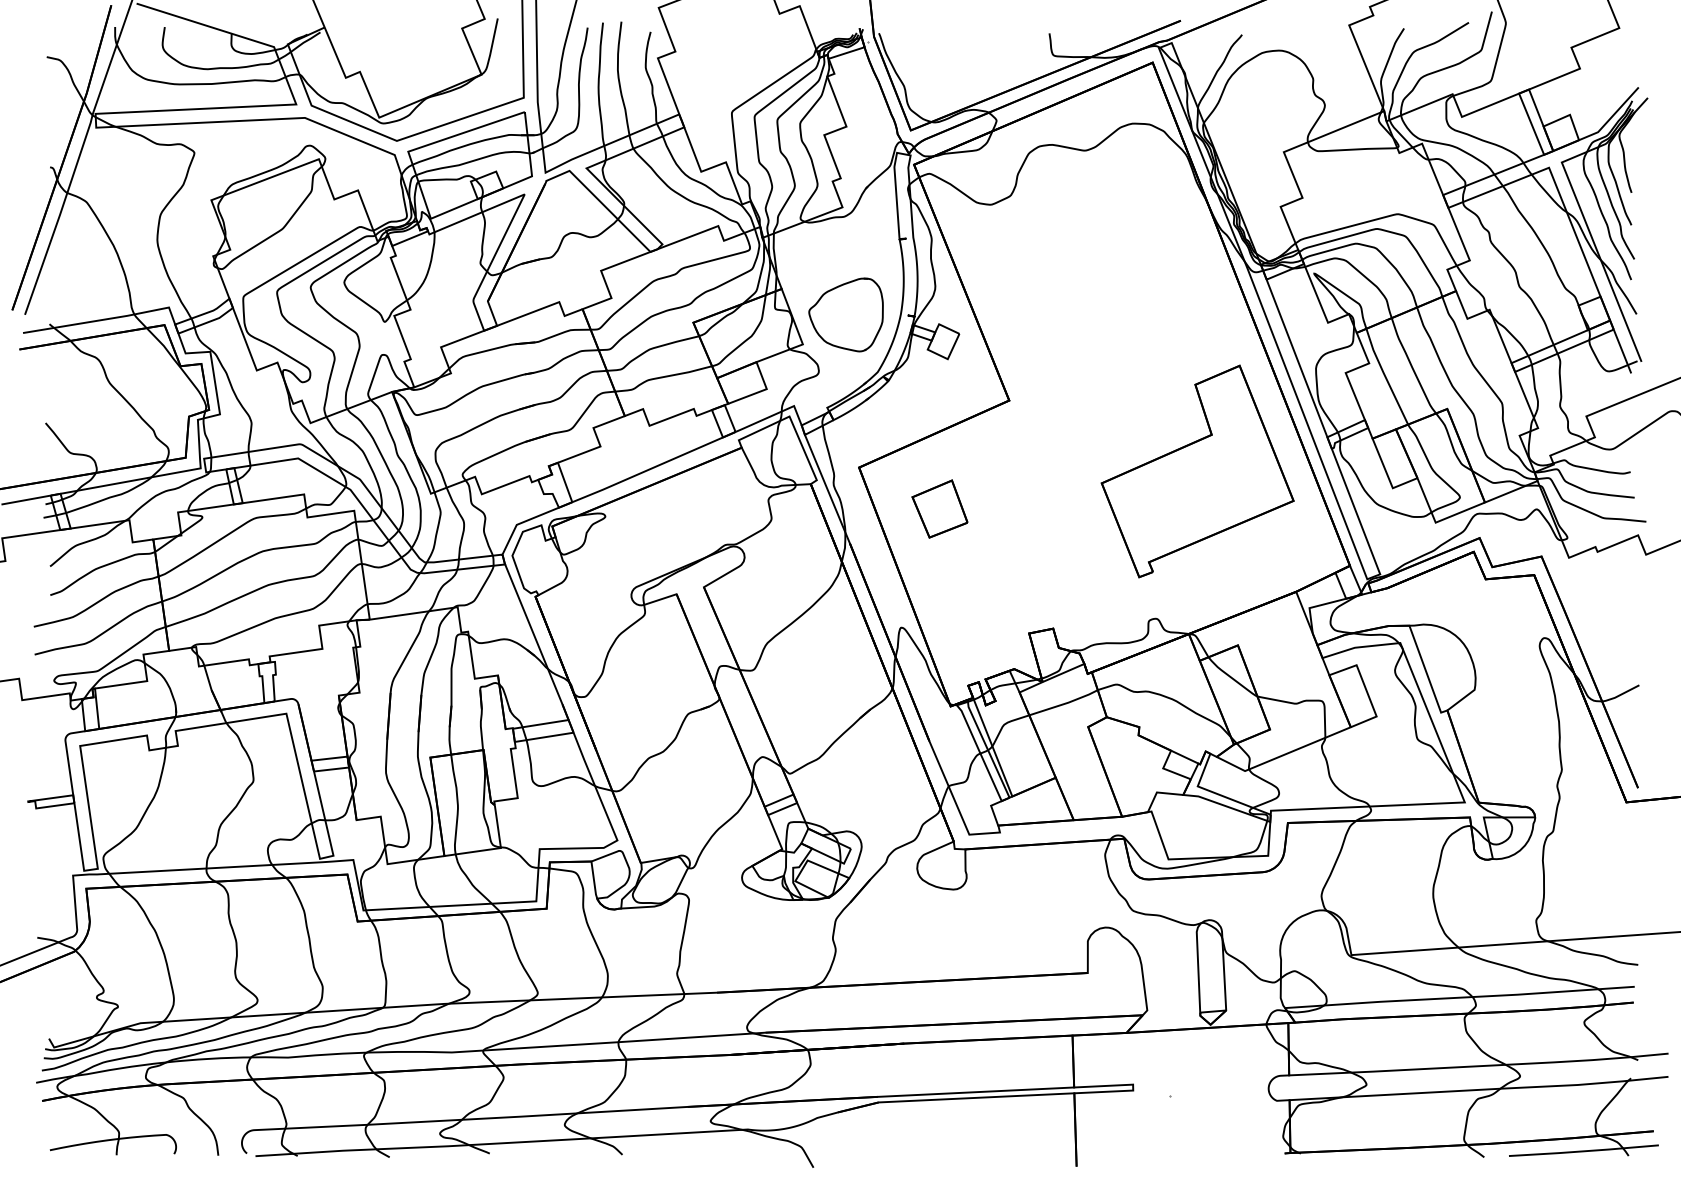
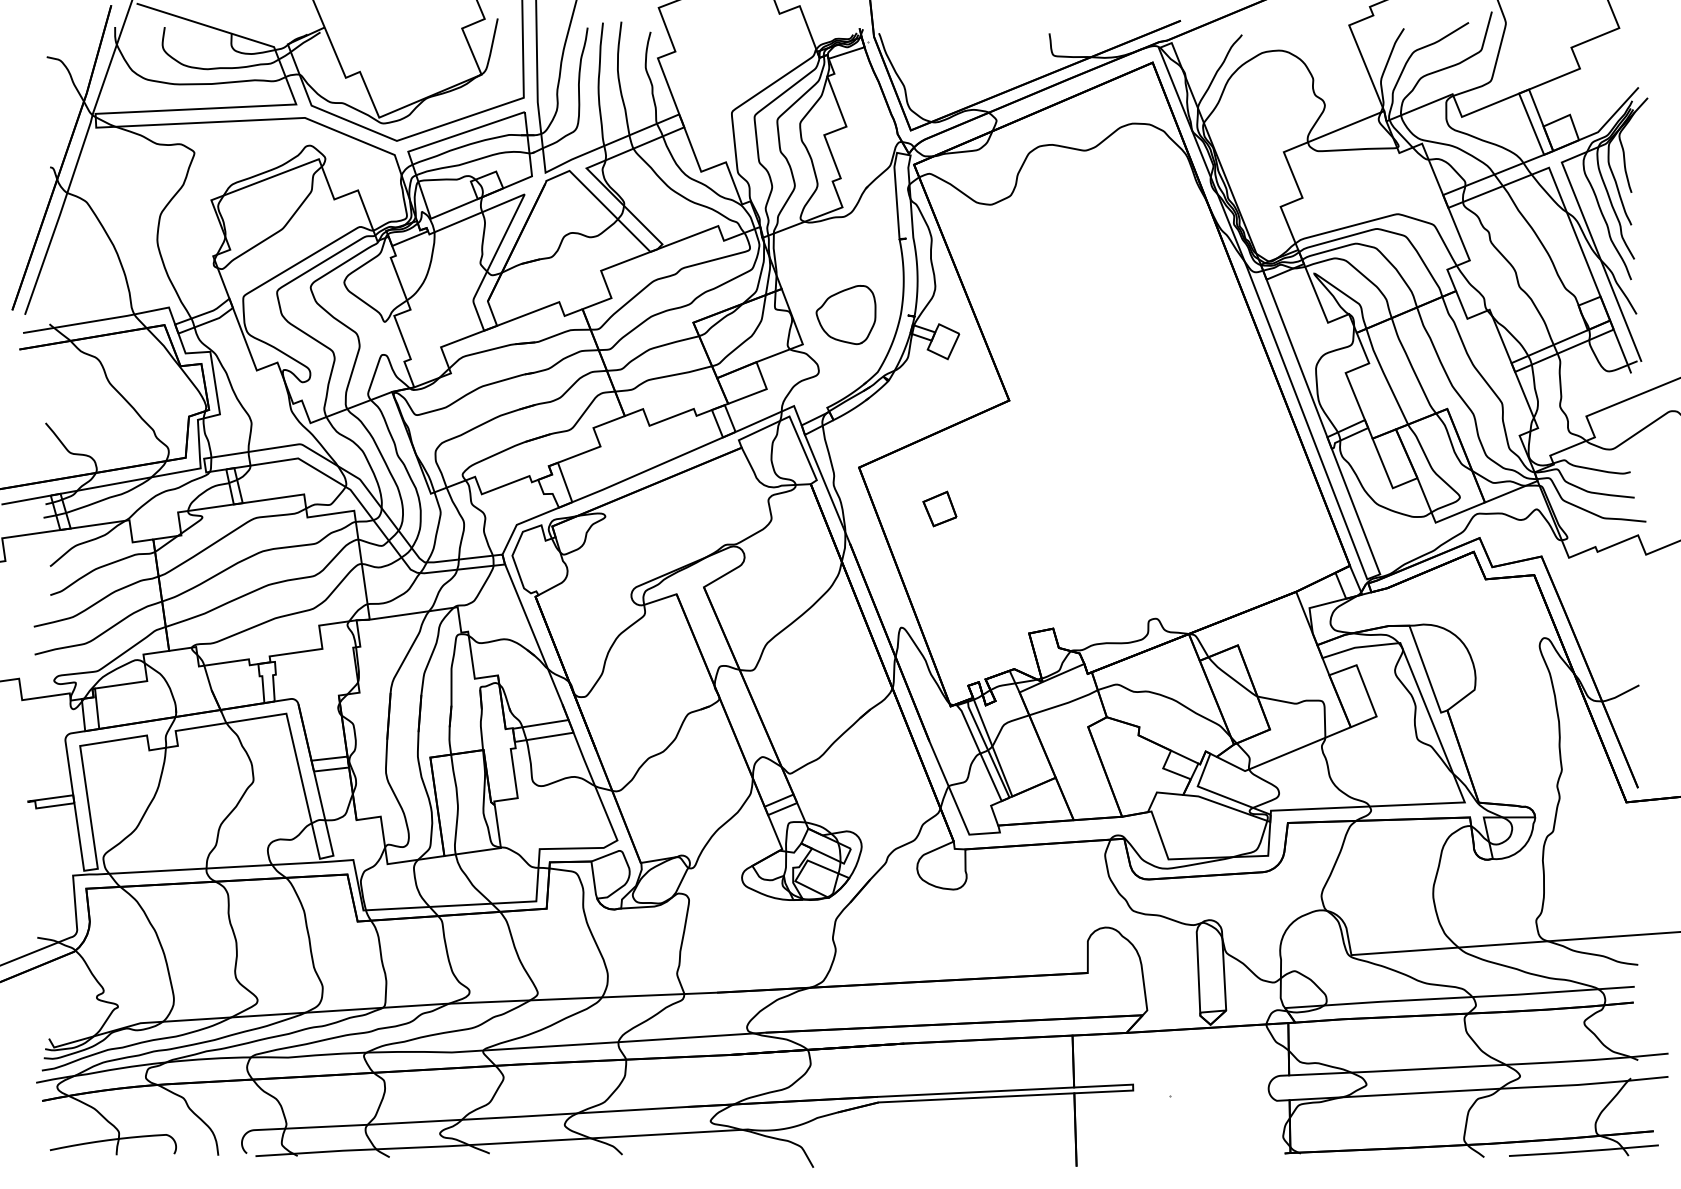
part at (845, 314) size: 76x76 px -> 62x61 px
part at (1197, 471): present -> none
part at (939, 508) size: 58x60 px -> 36x38 px
